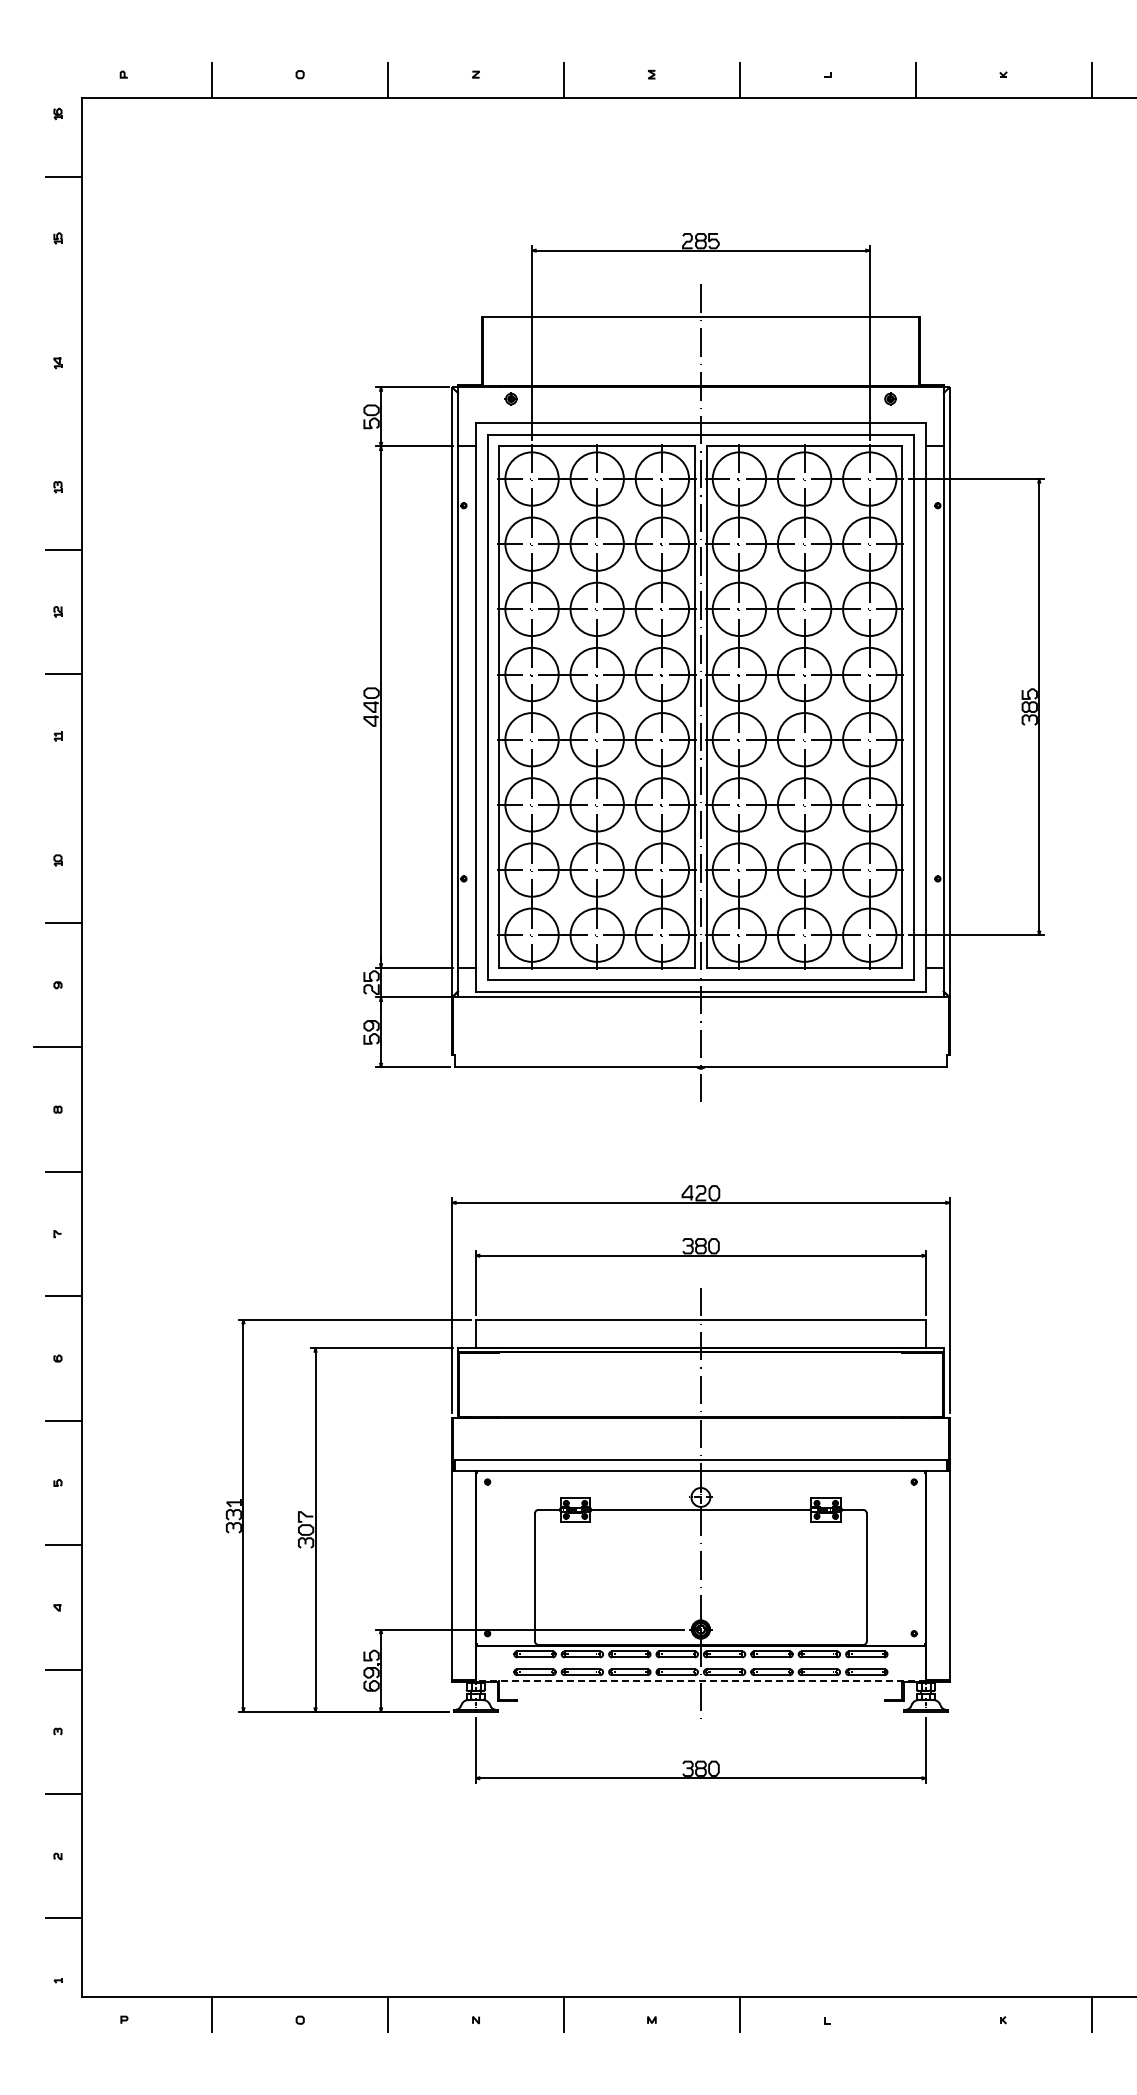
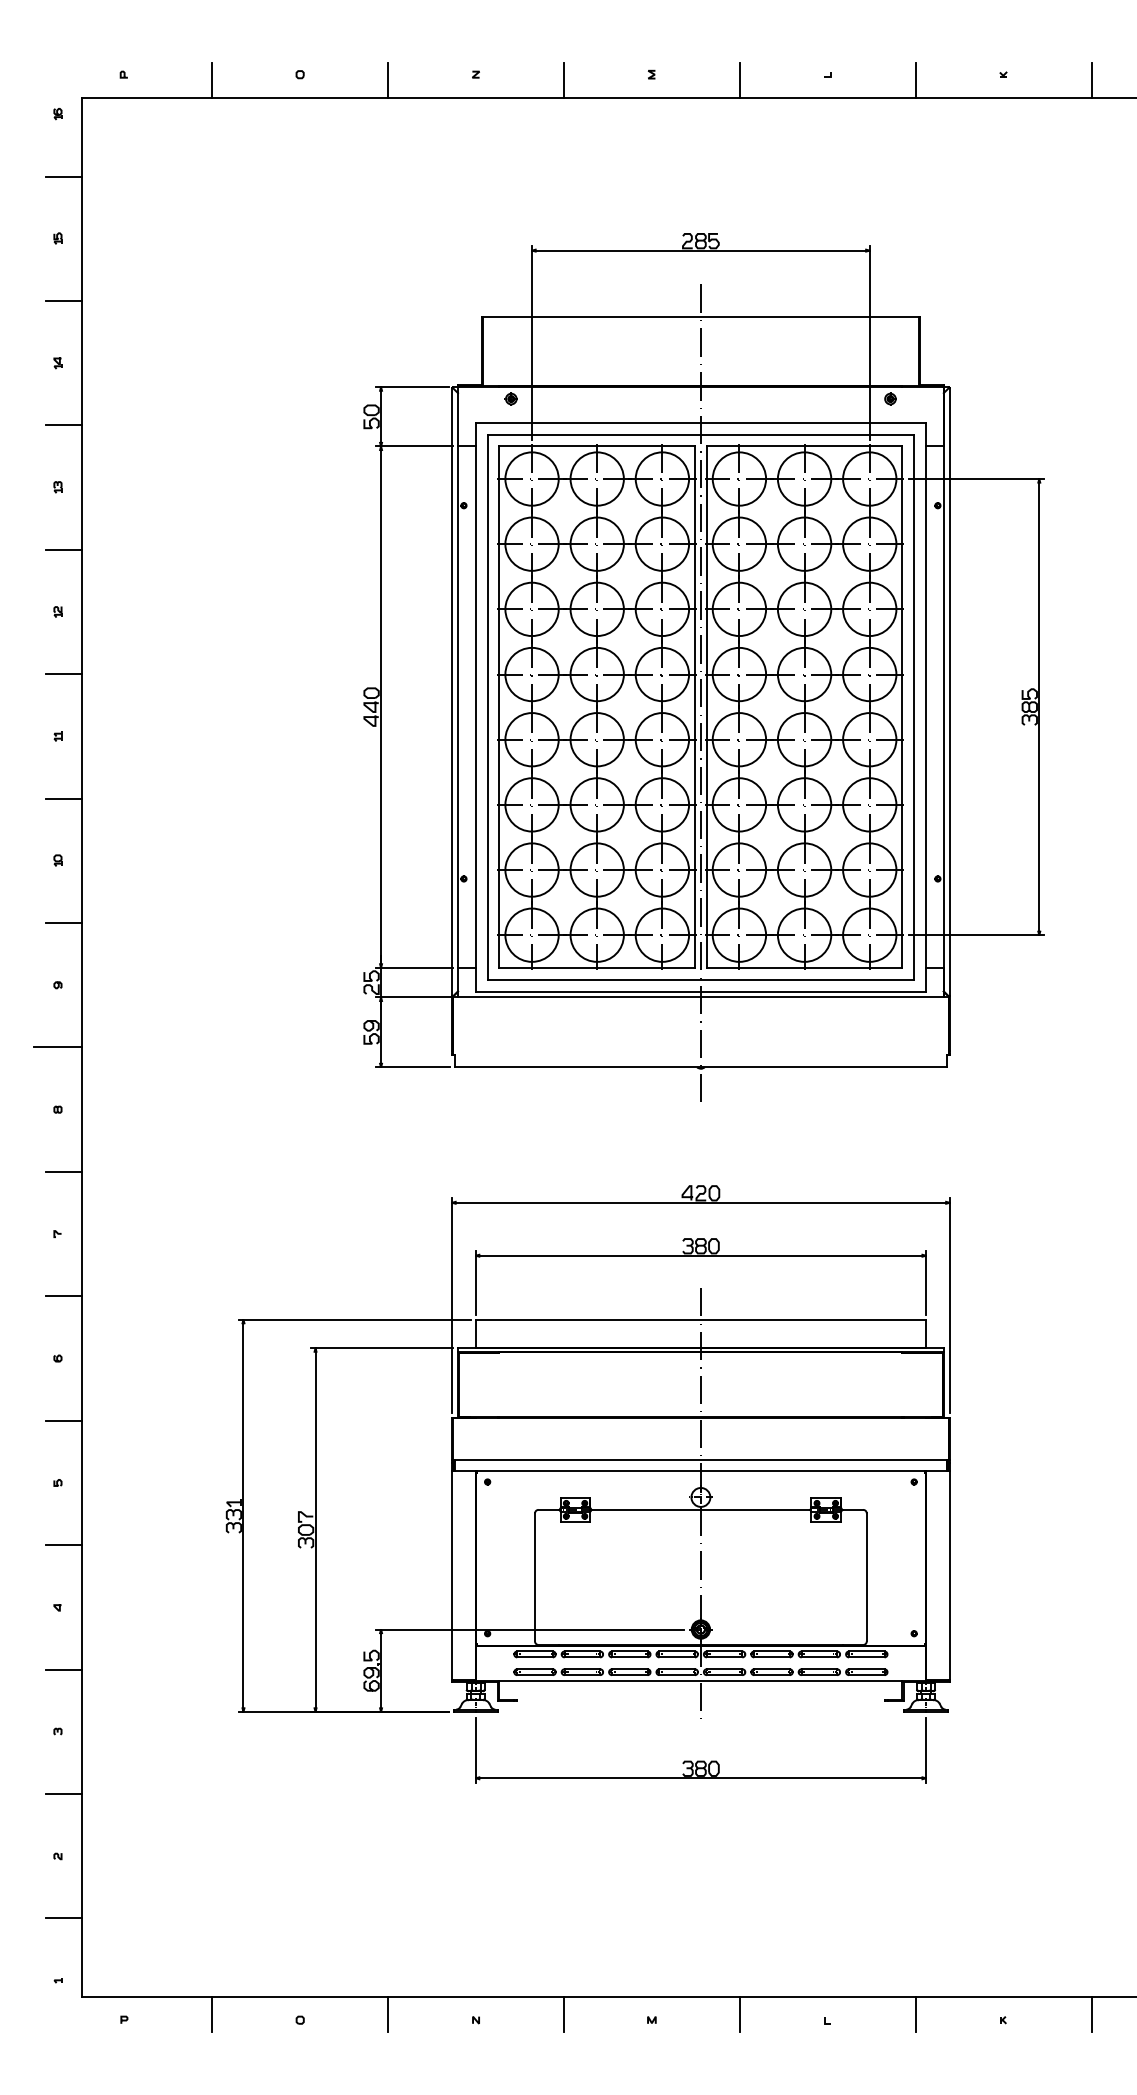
line at (63, 301): none -> present
line at (63, 425): none -> present
line at (63, 798): none -> present
line at (700, 1681): dashed -> solid
line at (915, 2014): none -> present
